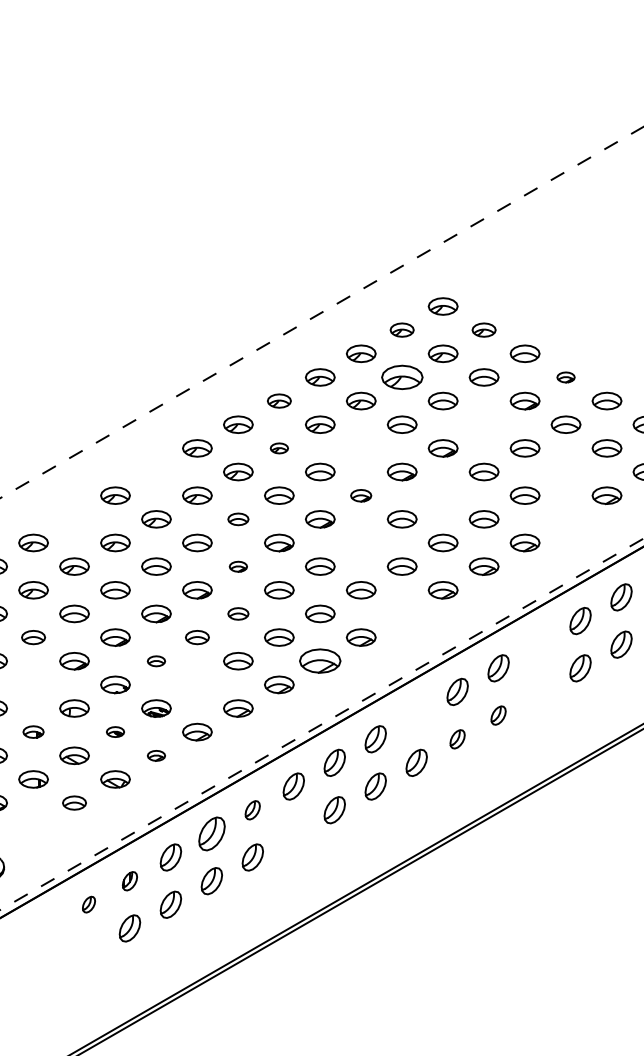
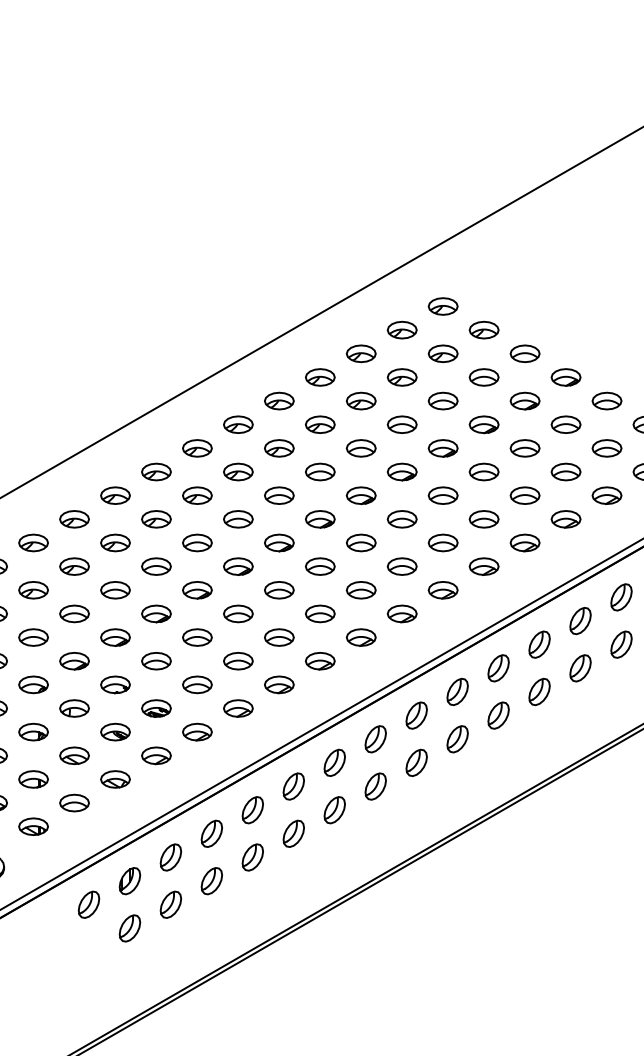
line at (321, 312): dashed -> solid
part at (401, 329) size: 26x16 px -> 32x20 px
part at (483, 329) size: 26x16 px -> 32x20 px
part at (402, 376) size: 43x26 px -> 32x19 px
part at (565, 377) size: 20x13 px -> 32x19 px
part at (279, 400) size: 25x16 px -> 31x20 px
part at (483, 424): none -> present
part at (278, 448) size: 20x13 px -> 31x19 px
part at (360, 448): none -> present
part at (156, 471): none -> present
part at (565, 471): none -> present
part at (361, 495) size: 23x14 px -> 32x20 px
part at (442, 495): none -> present
part at (74, 519): none -> present
part at (238, 519) size: 23x15 px -> 31x19 px
part at (565, 519): none -> present
part at (361, 542): none -> present
part at (237, 566) size: 20x13 px -> 31x20 px
part at (238, 613) size: 23x14 px -> 31x20 px
part at (401, 613): none -> present
part at (33, 637) size: 26x16 px -> 31x19 px
part at (197, 637) size: 25x16 px -> 31x19 px
part at (539, 644): none -> present
part at (320, 660) size: 43x26 px -> 31x19 px
part at (156, 661) size: 21x13 px -> 31x19 px
part at (33, 684): none -> present
part at (197, 684): none -> present
part at (539, 691): none -> present
part at (416, 715): none -> present
part at (498, 715) size: 17x21 px -> 23x29 px
line at (322, 723): dashed -> solid
part at (33, 731) size: 23x14 px -> 31x20 px
part at (115, 731) size: 19x12 px -> 31x20 px
part at (457, 739) size: 17x21 px -> 23x29 px
part at (156, 755) size: 19x12 px -> 31x20 px
part at (74, 802) size: 25x16 px -> 31x20 px
part at (252, 810) size: 17x21 px -> 23x29 px
part at (33, 826): none -> present
part at (211, 833) size: 28x36 px -> 23x29 px
part at (293, 833): none -> present
part at (129, 881) size: 16x21 px -> 24x29 px
part at (88, 904) size: 14x19 px -> 24x29 px
